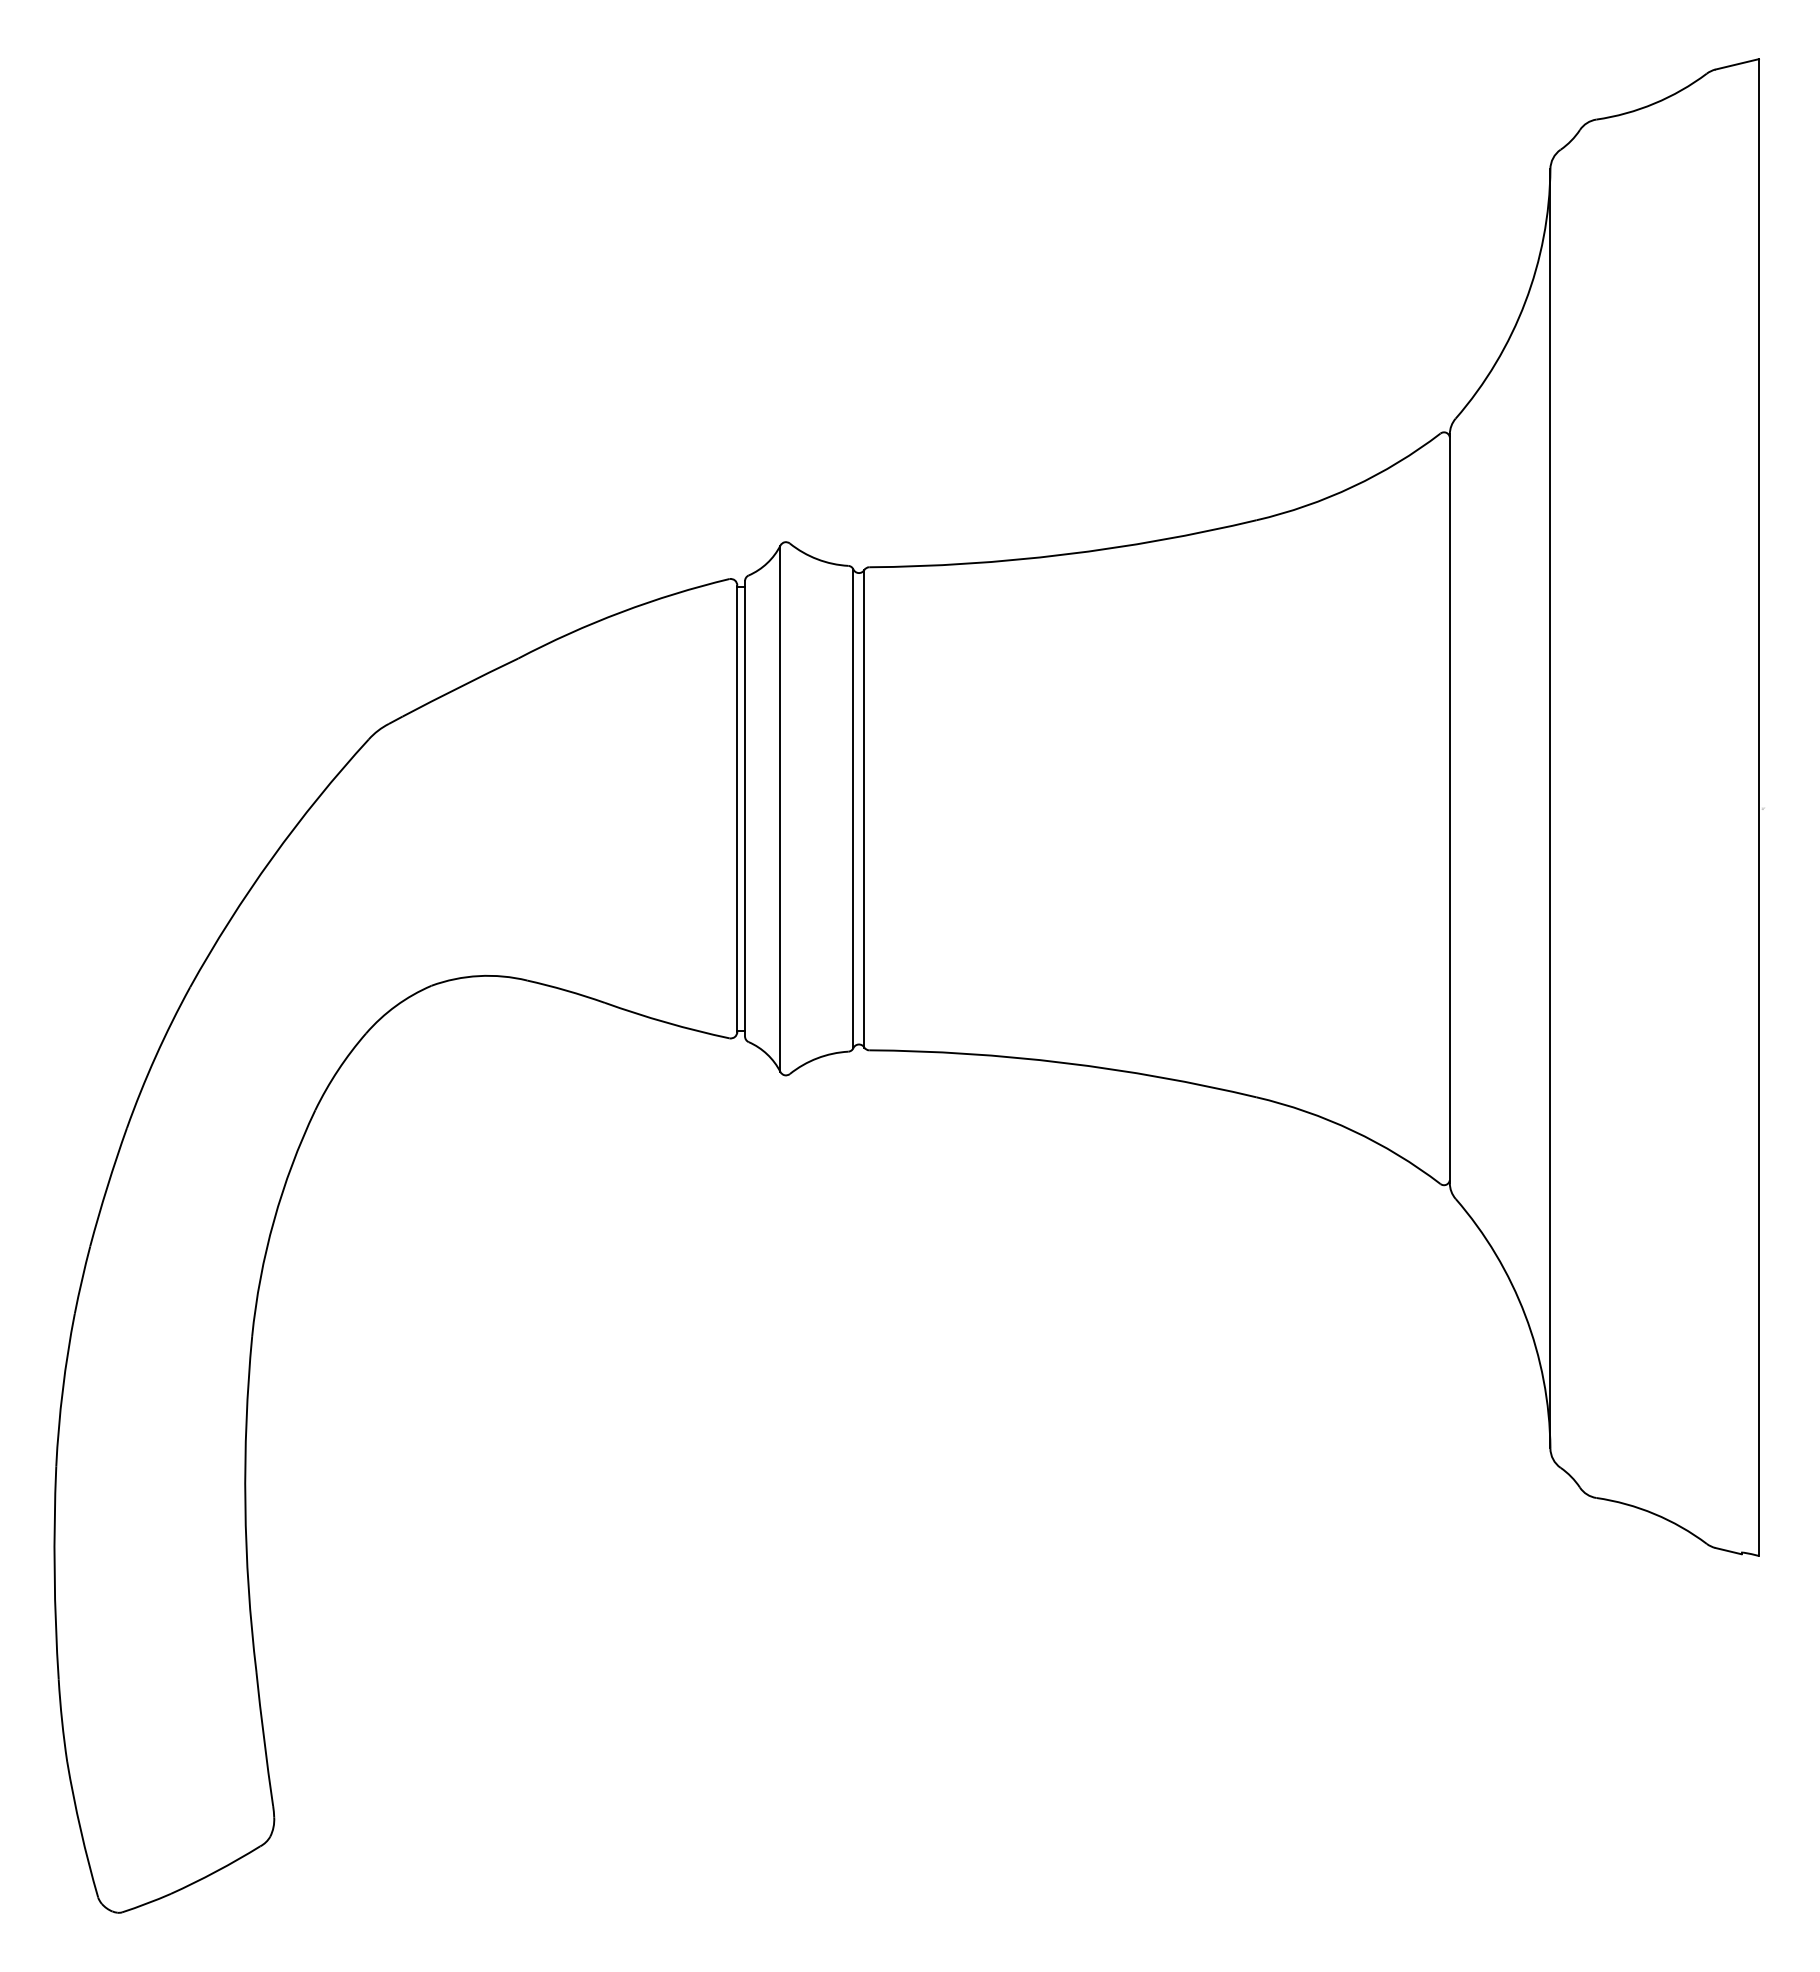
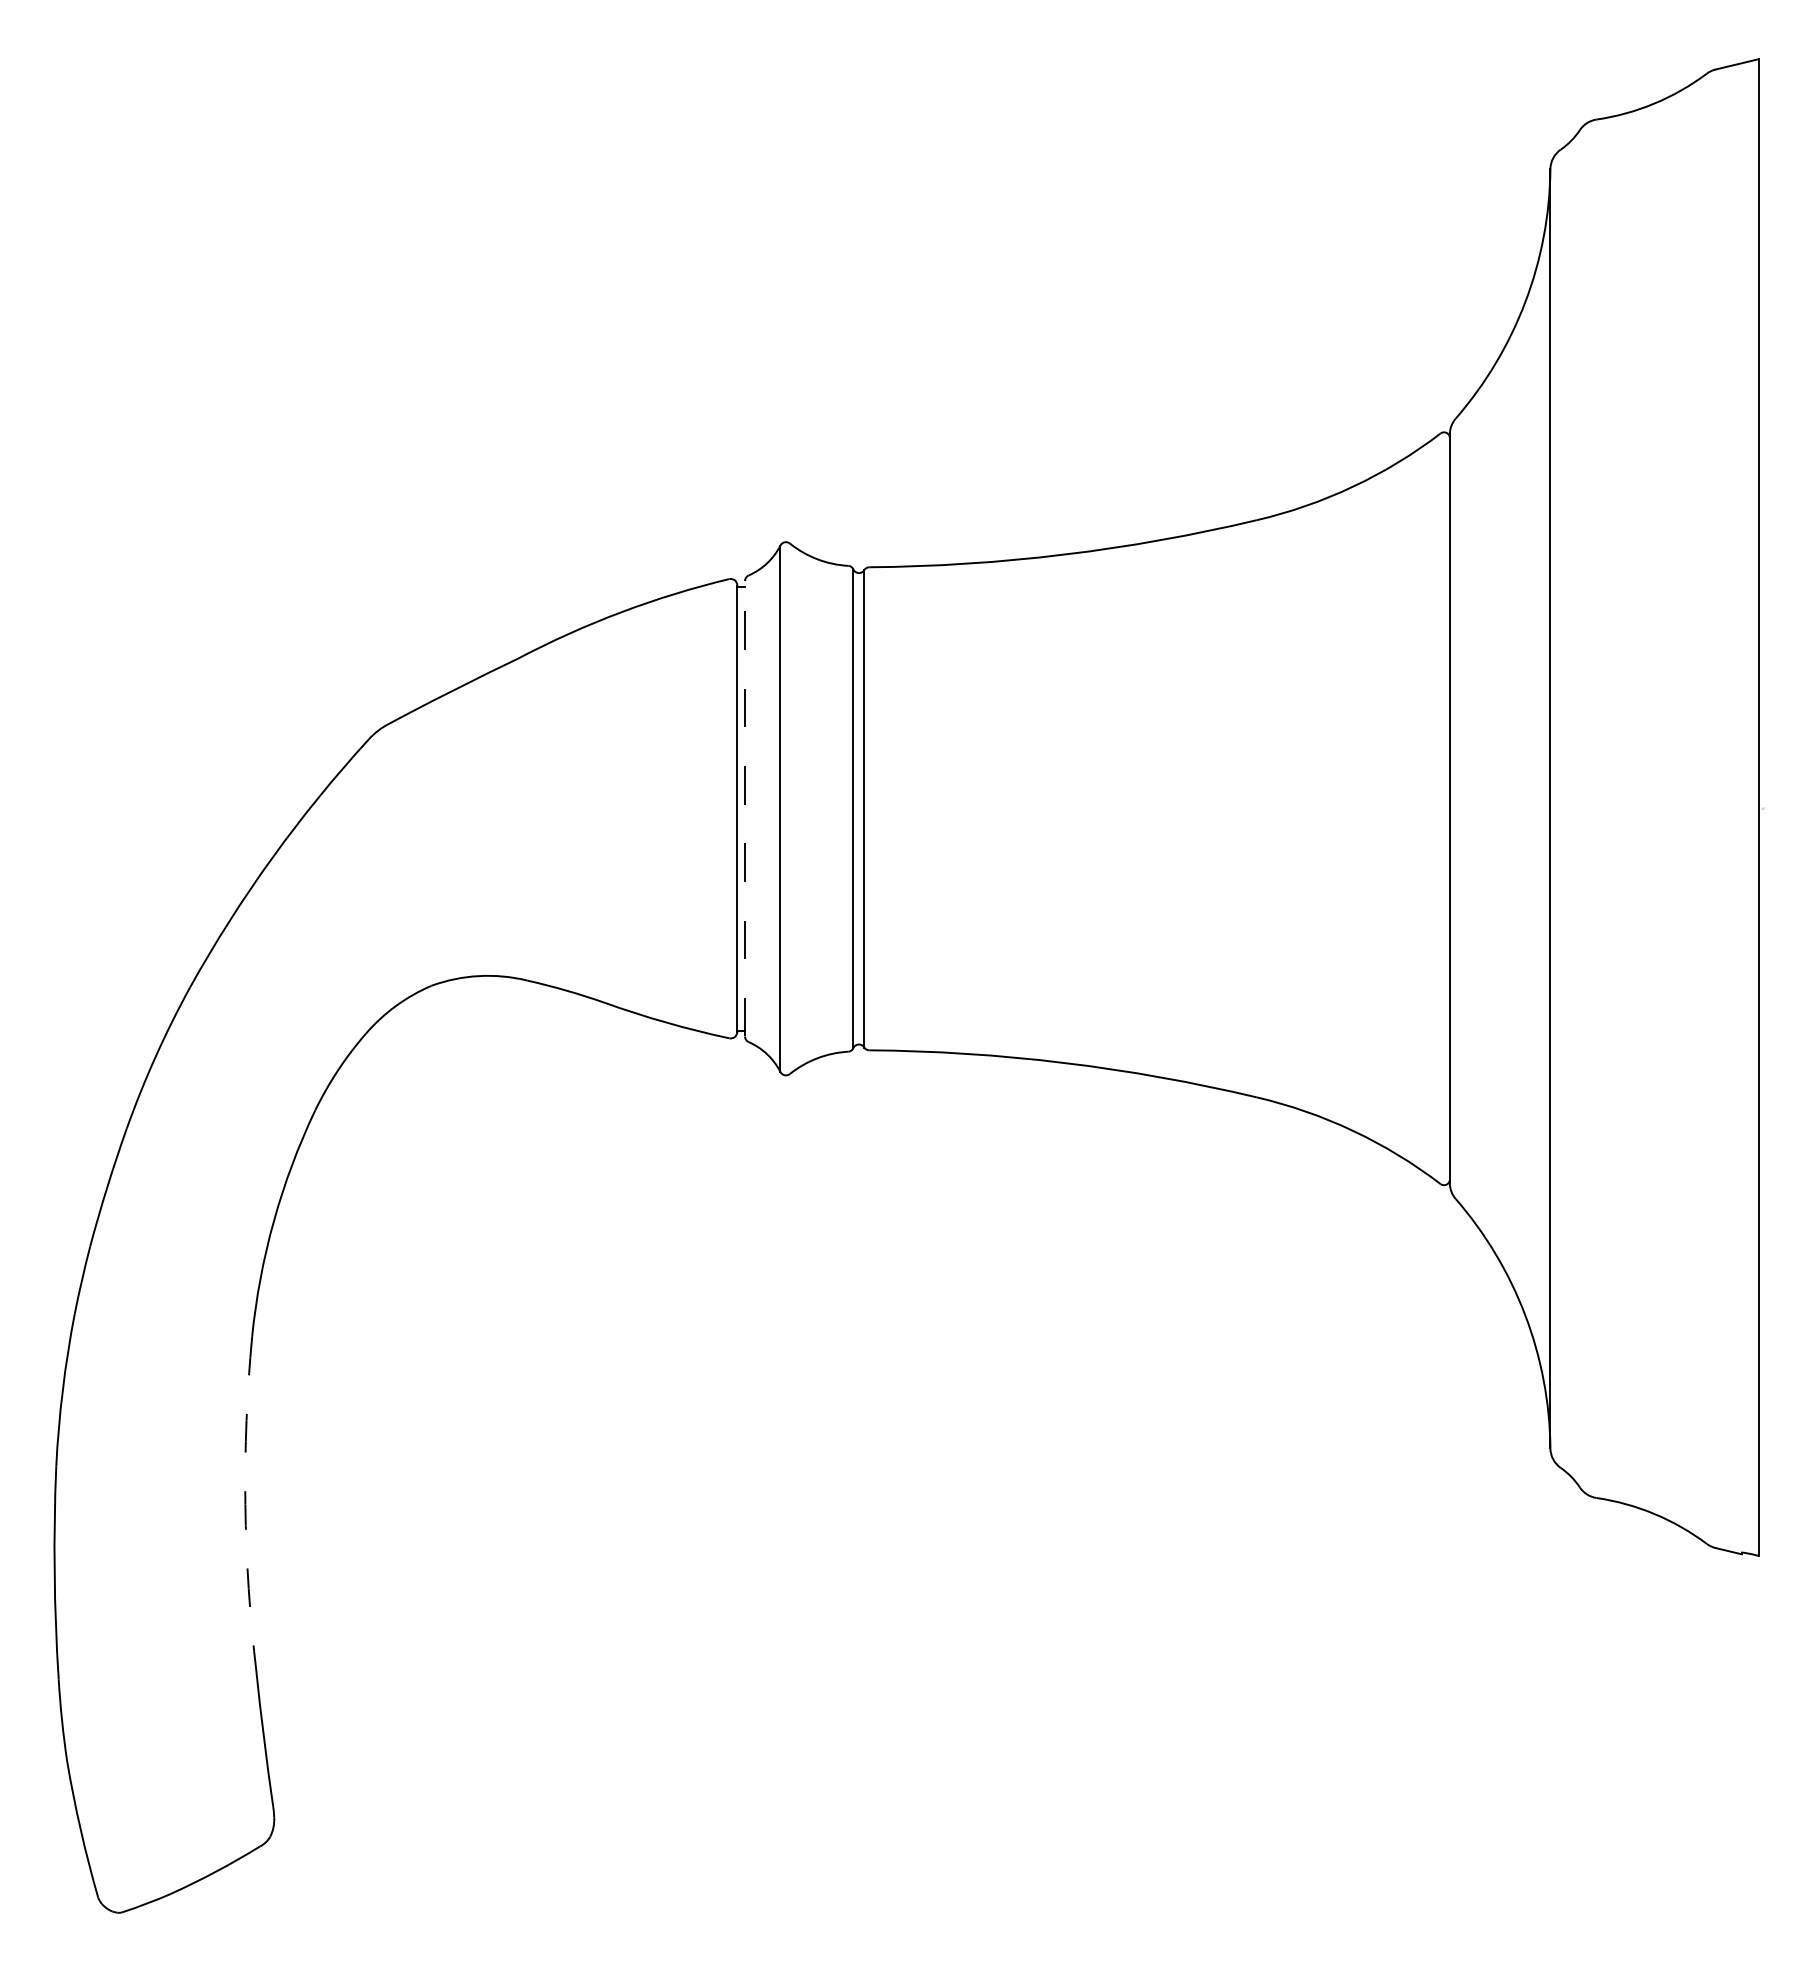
line at (745, 808): solid -> dashed
arc at (245, 1504): solid -> dashed
